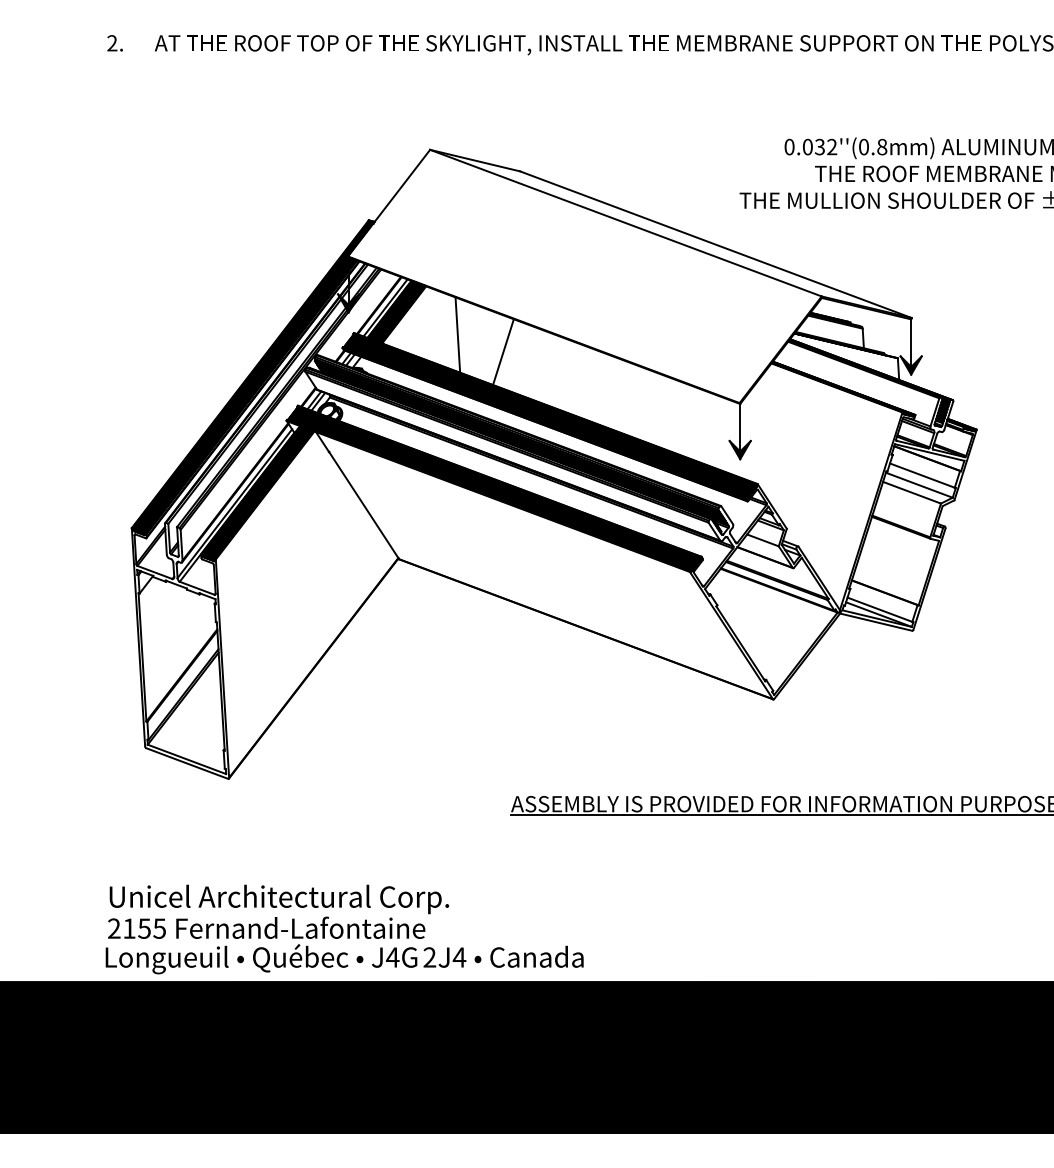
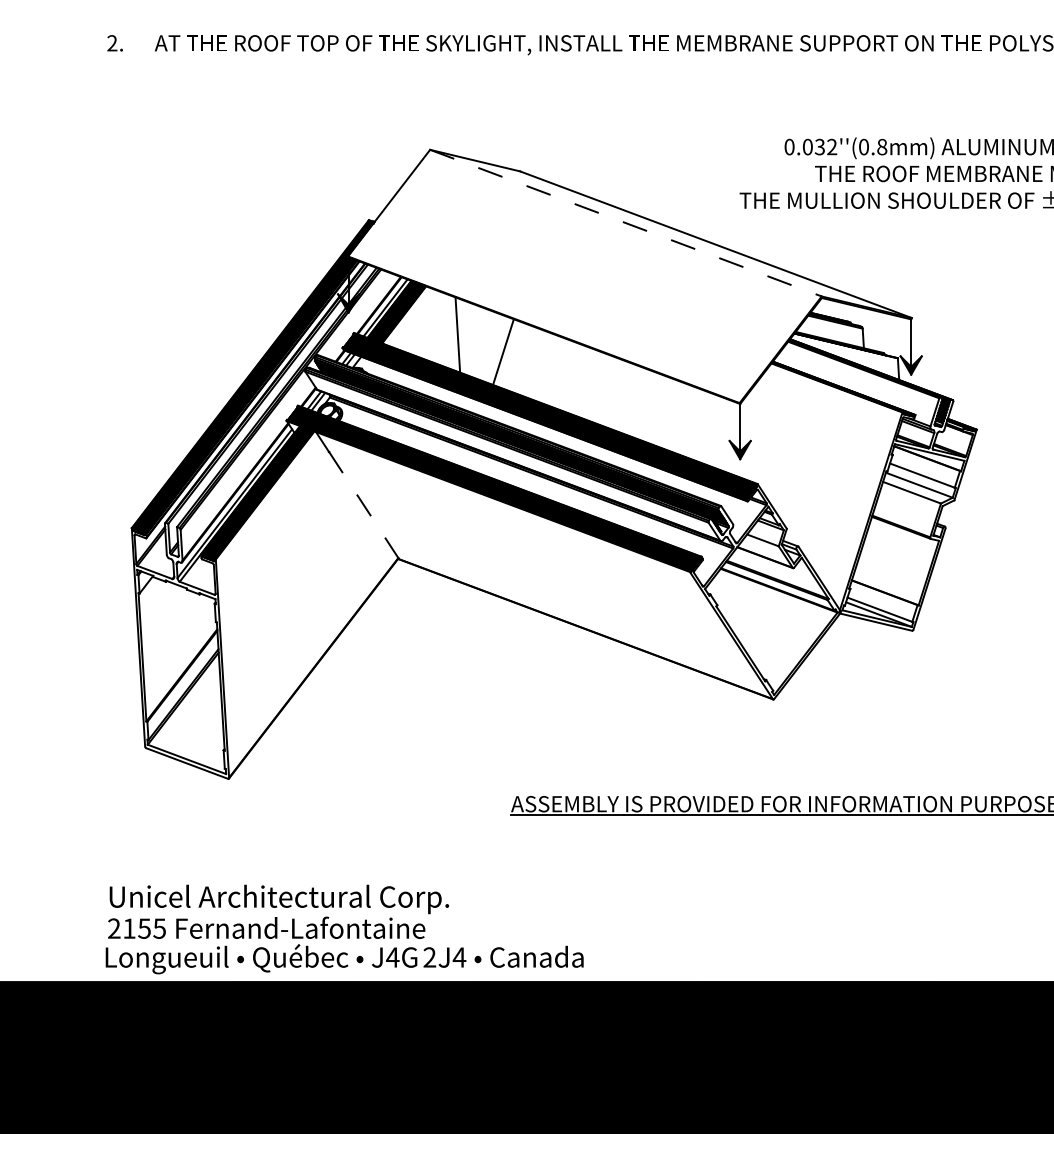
line at (626, 223): solid -> dashed
line at (363, 505): solid -> dashed
